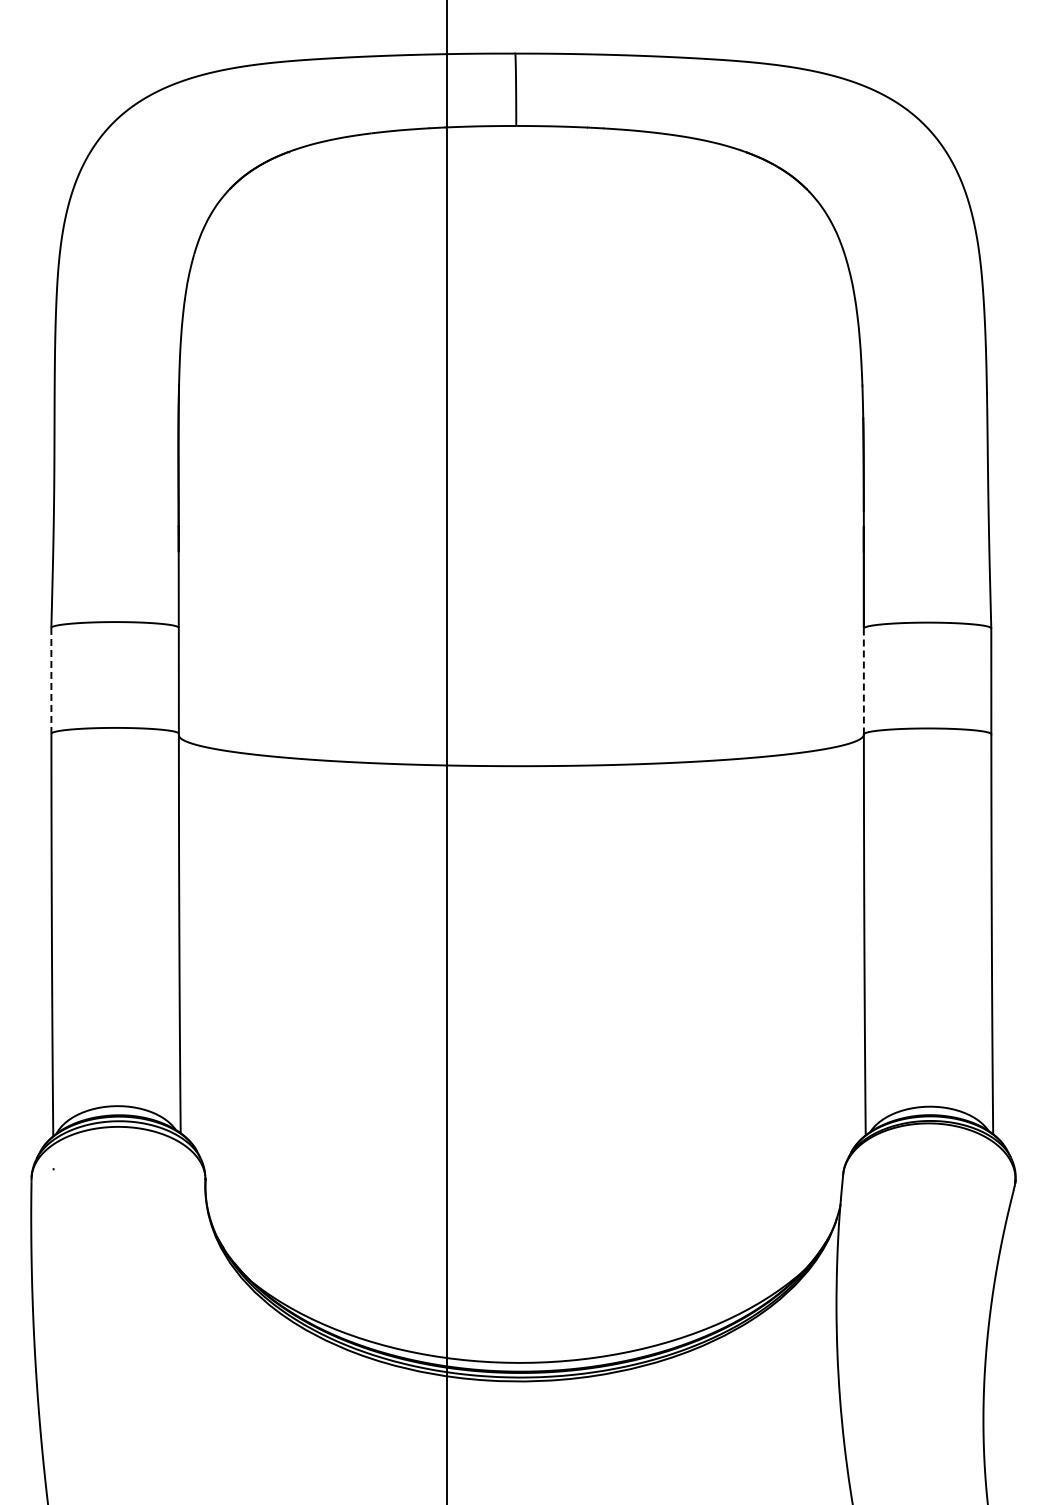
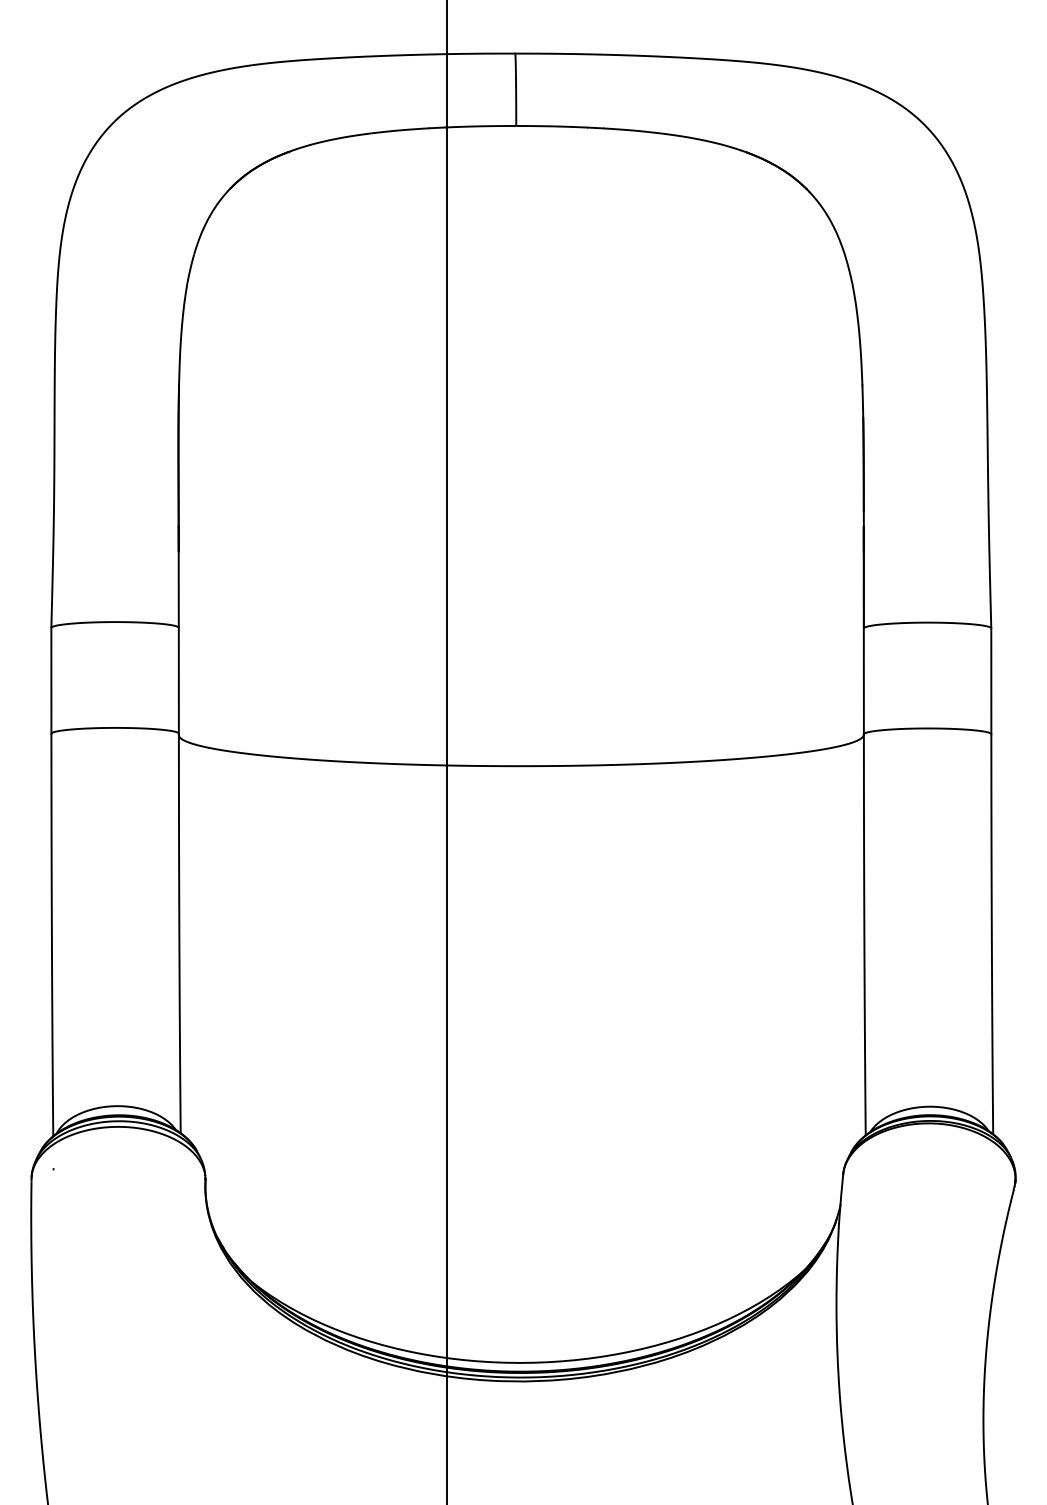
line at (51, 680): dashed -> solid
line at (863, 681): dashed -> solid
